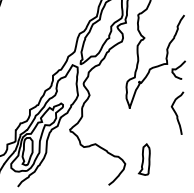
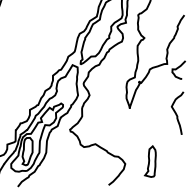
part at (143, 159) position: (143, 159) -> (149, 161)
